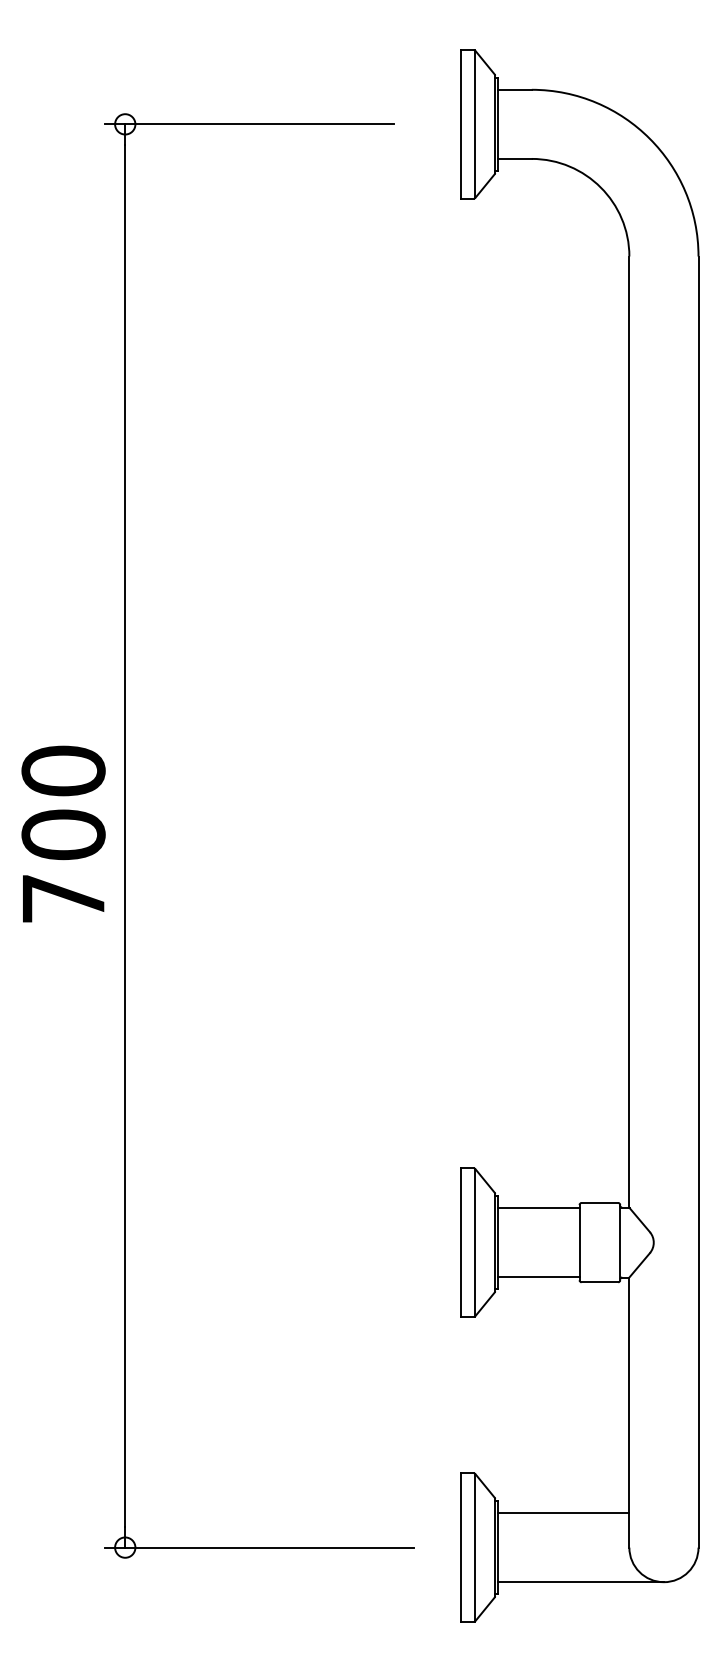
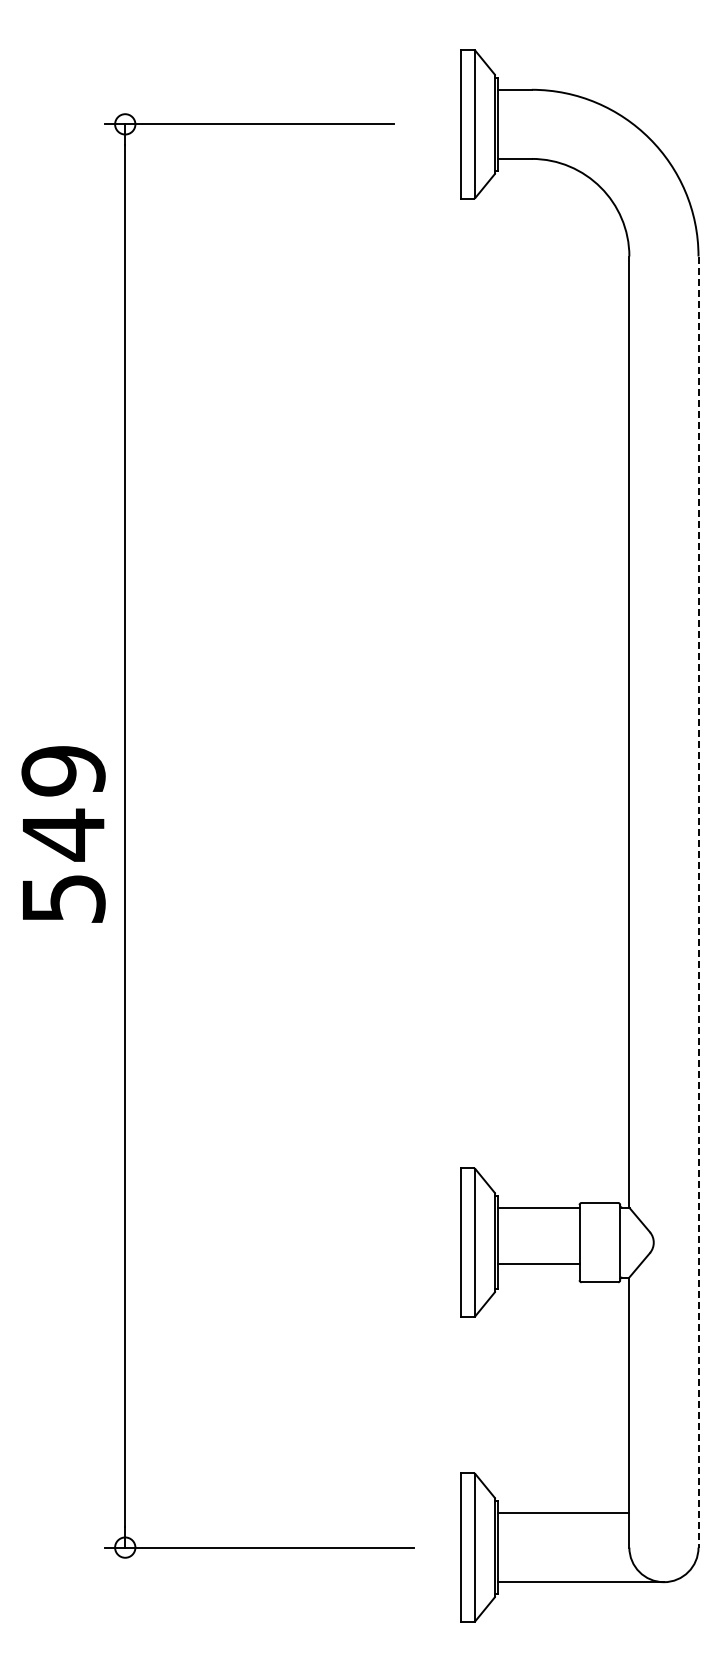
text at (63, 833): 700 -> 549
line at (698, 902): solid -> dashed
line at (538, 1277) position: (538, 1277) -> (538, 1264)
